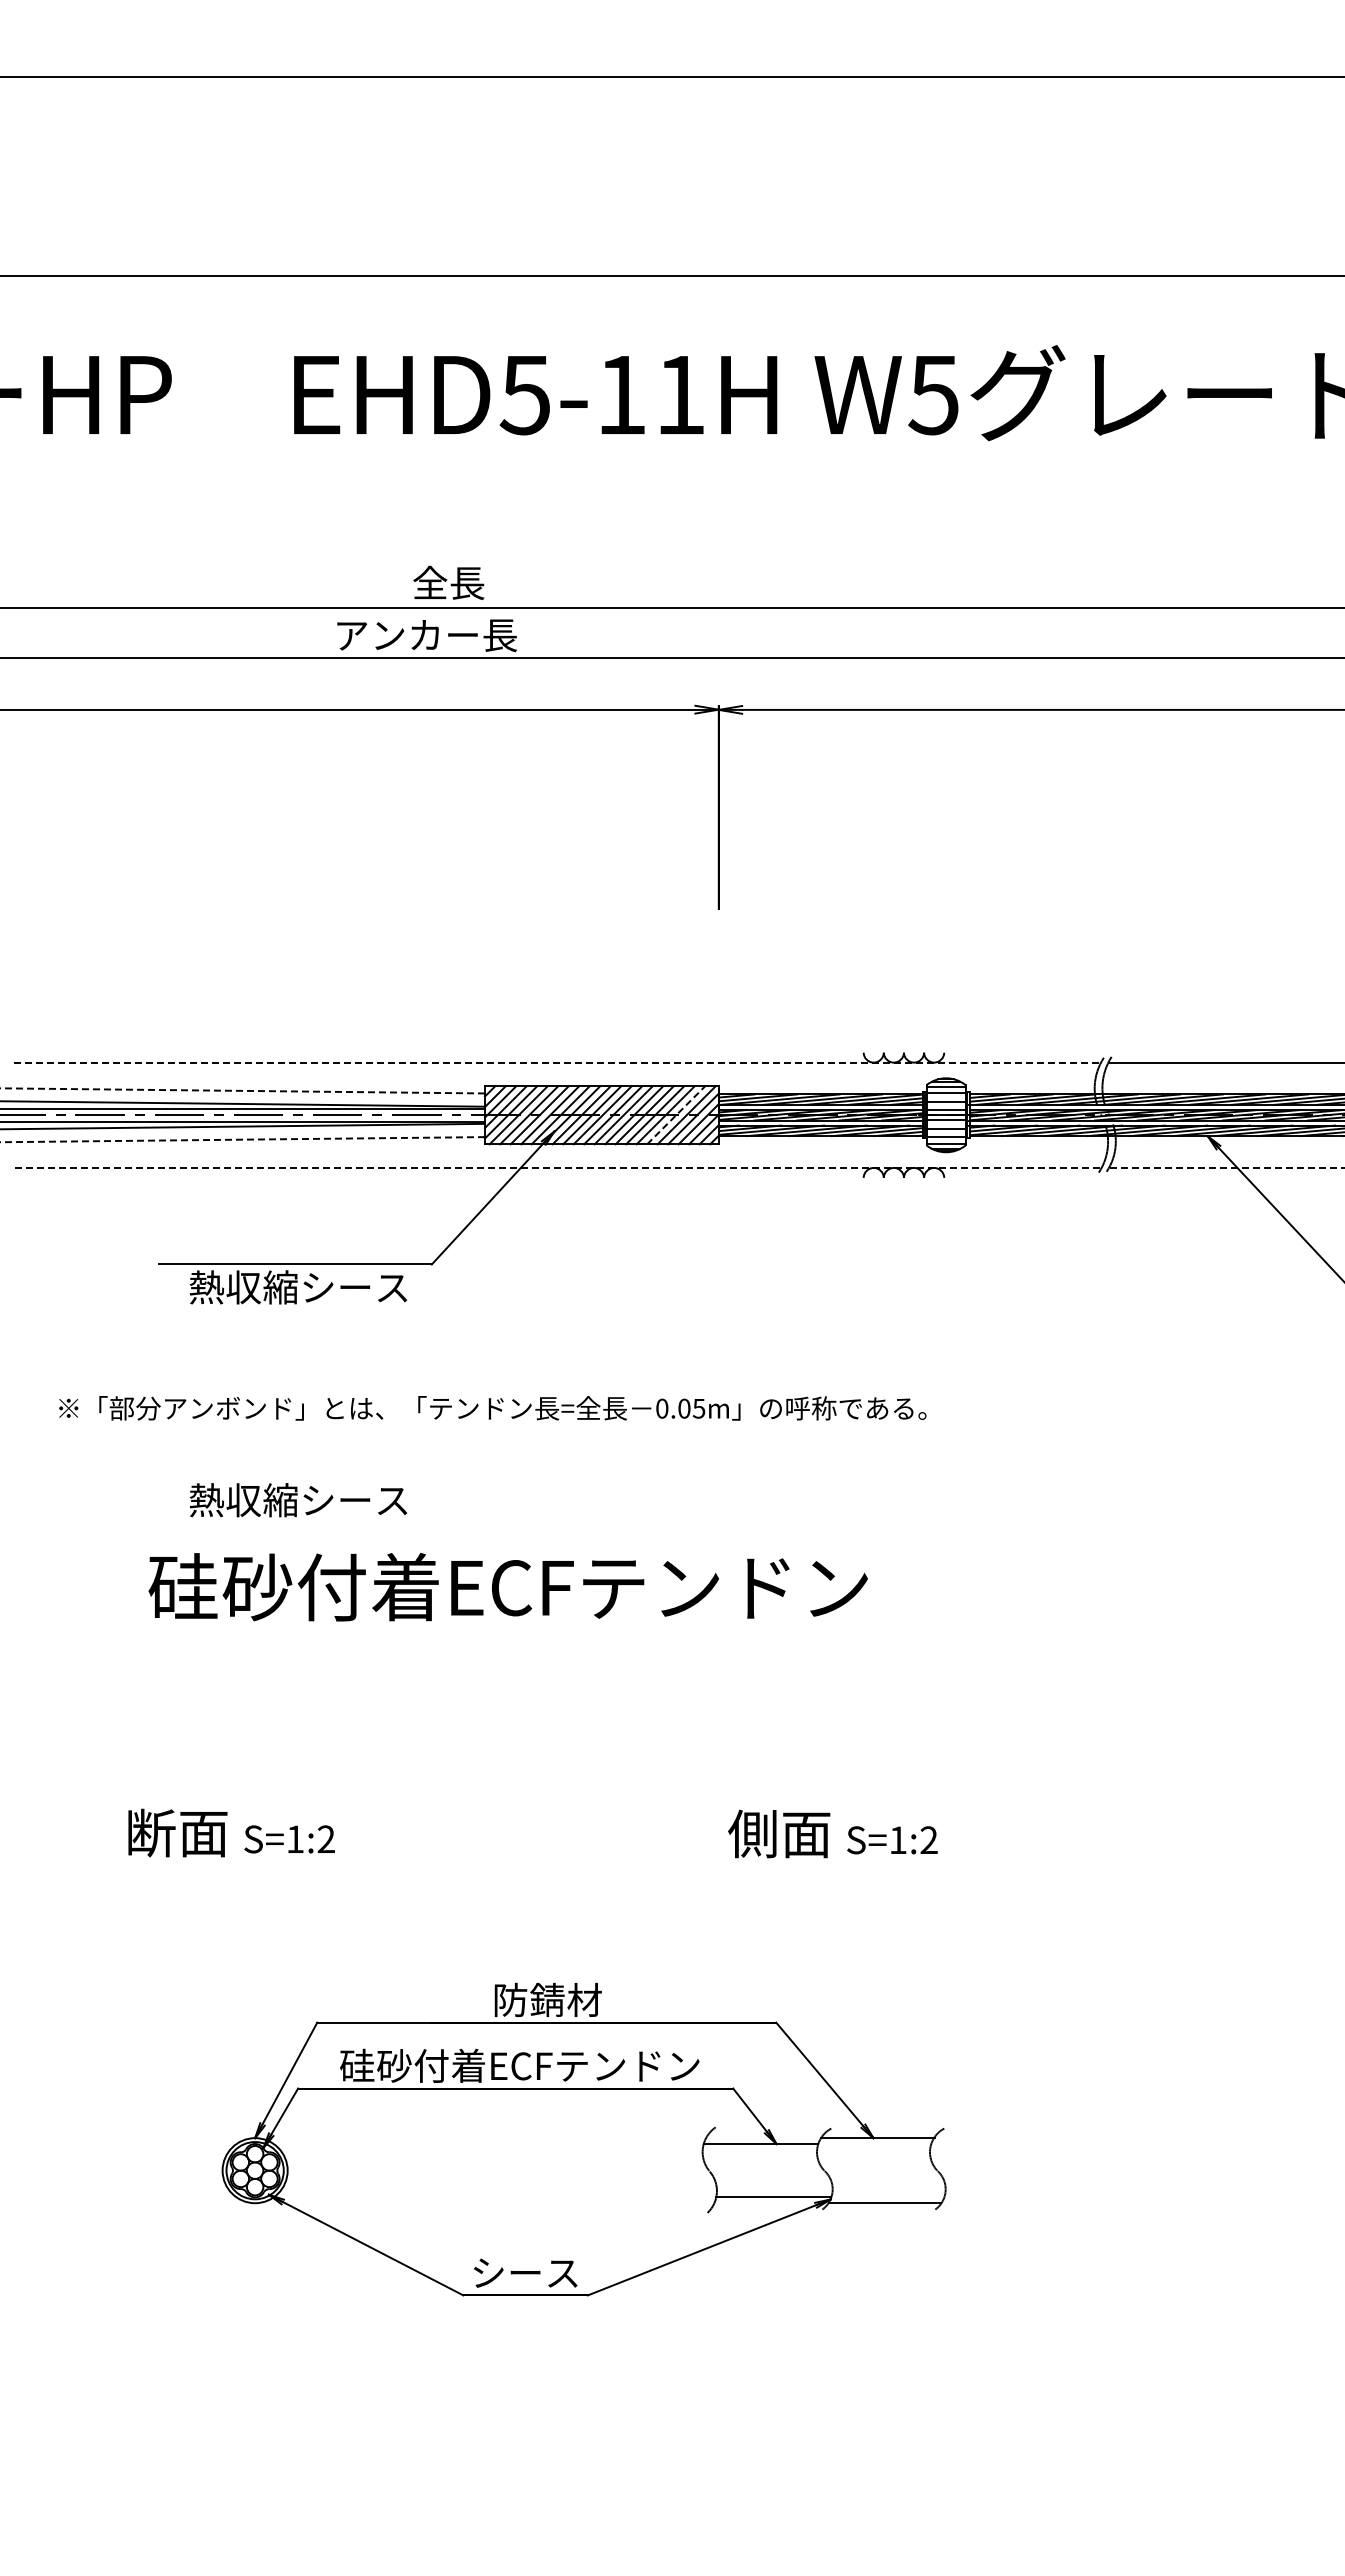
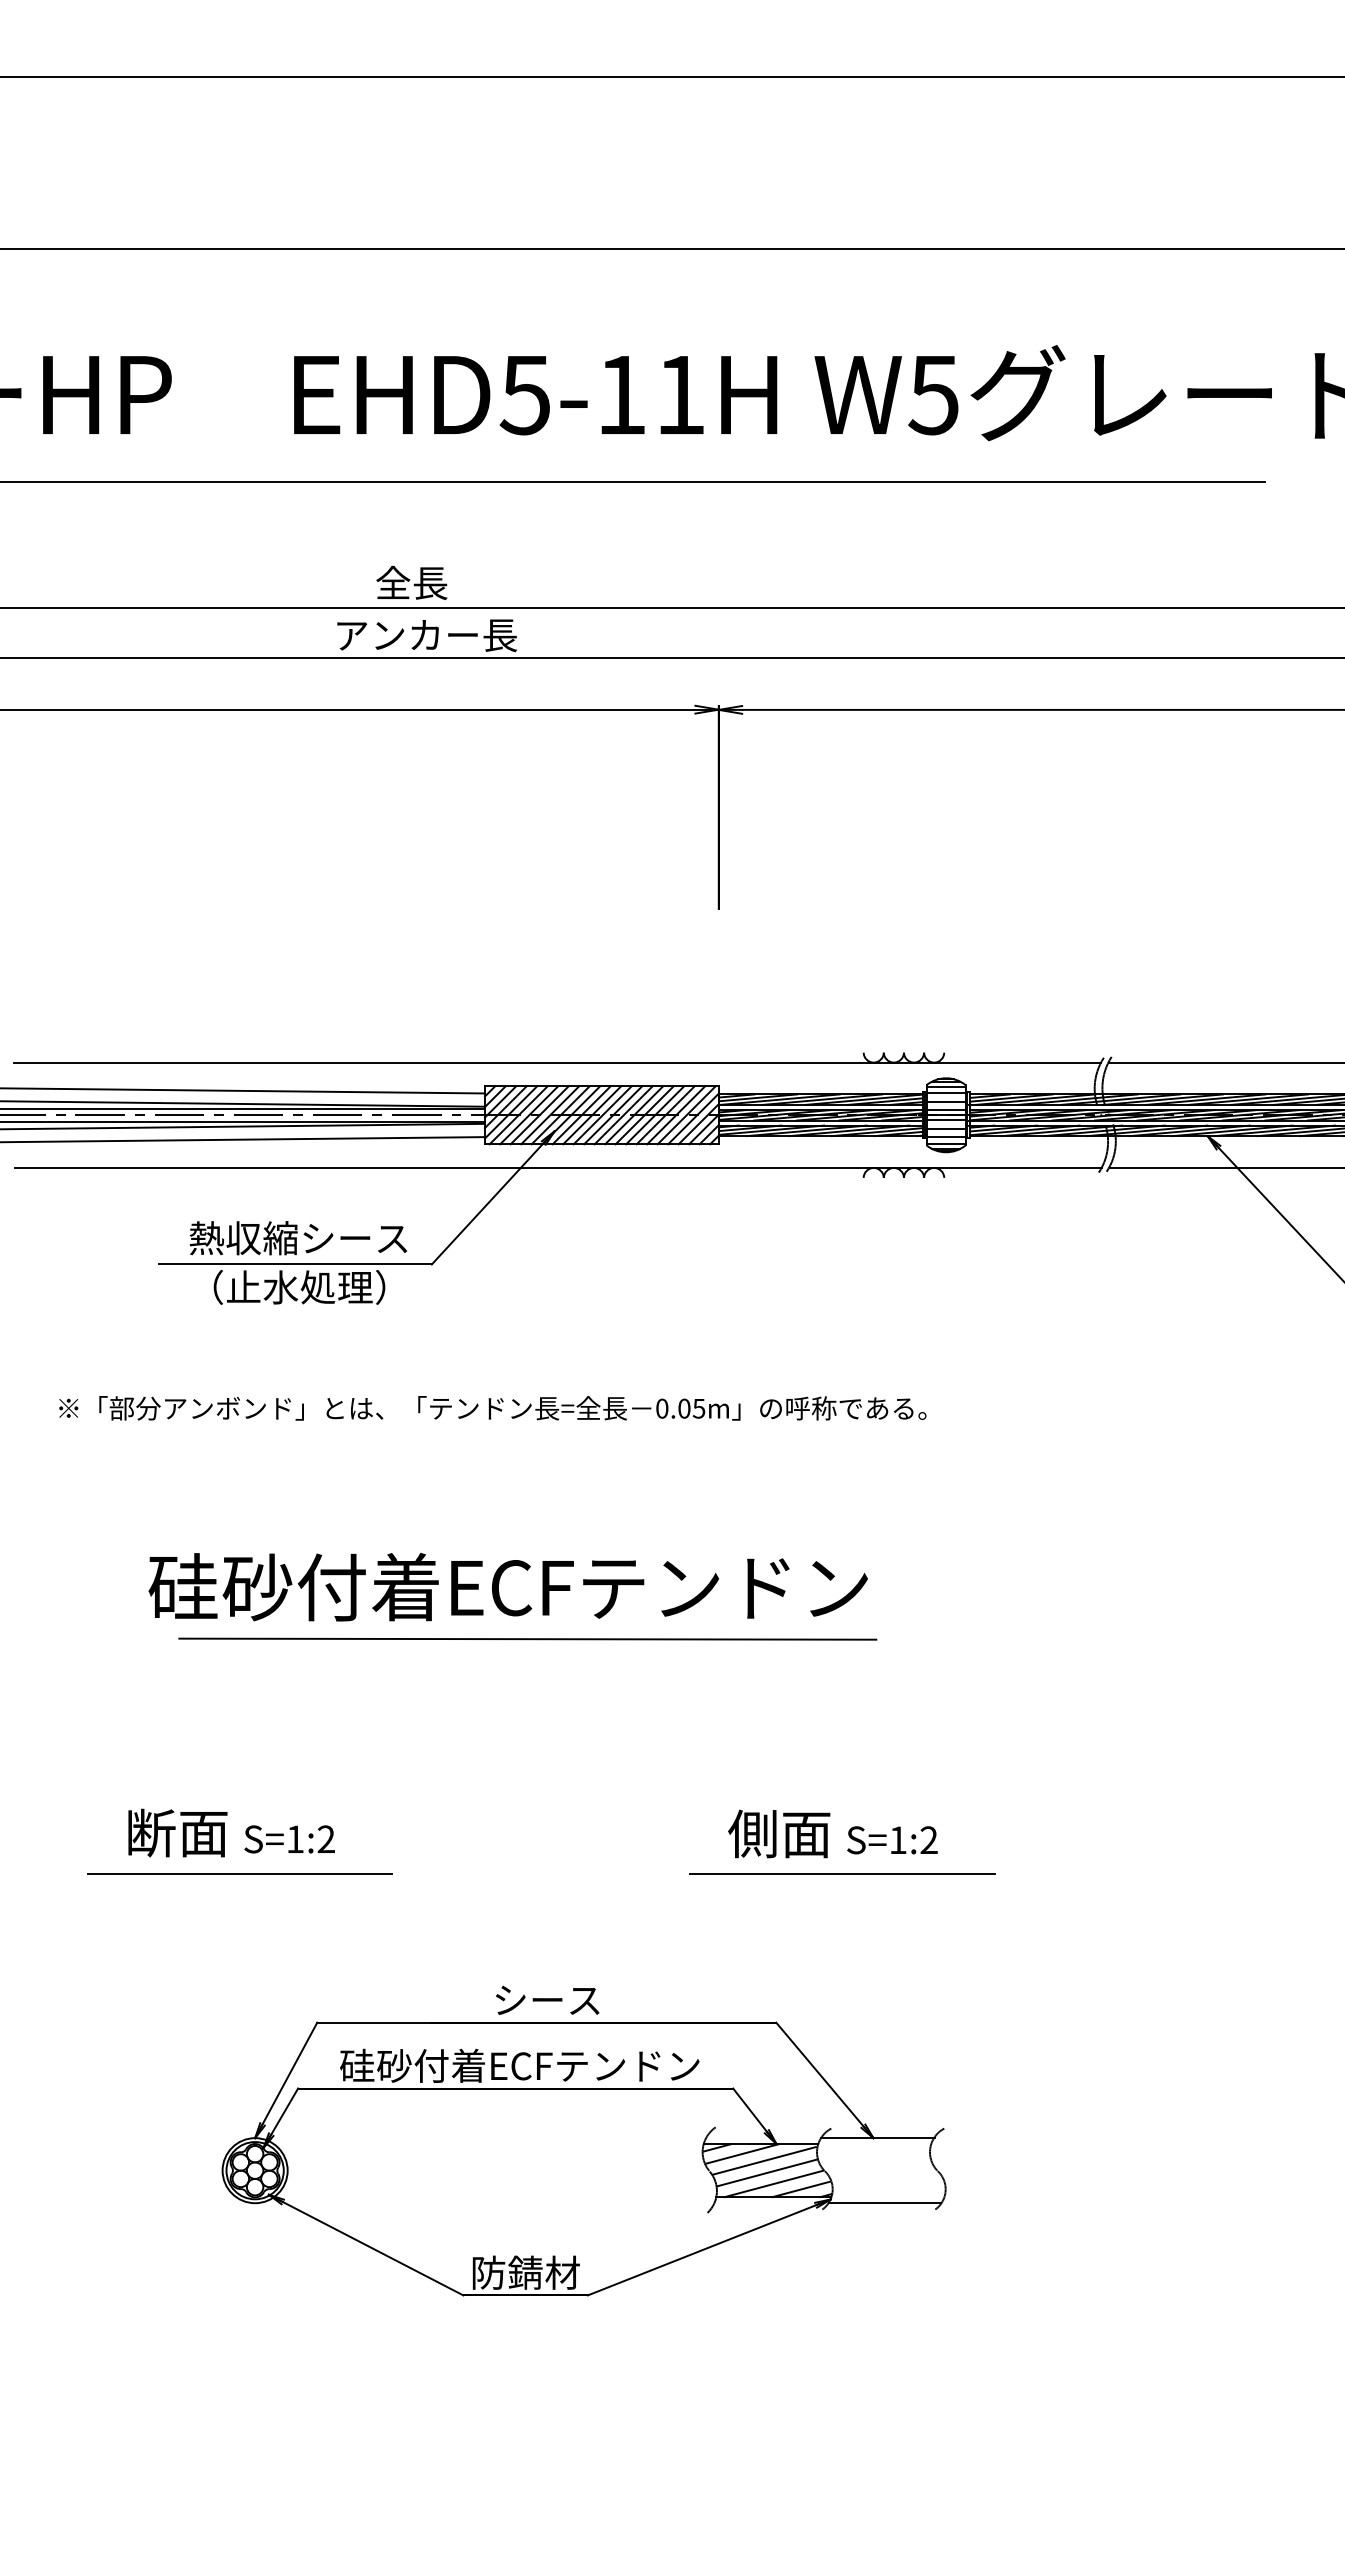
line at (671, 275) position: (671, 275) -> (671, 248)
line at (633, 482): none -> present
text at (448, 582) position: (448, 582) -> (411, 582)
line at (558, 1062): dashed -> solid
line at (242, 1090): dashed -> solid
line at (676, 1114): dashed -> solid
line at (242, 1139): dashed -> solid
line at (558, 1167): dashed -> solid
line at (1227, 1167): dashed -> solid
text at (298, 1286): 熱収縮シース -> （止水処理）
text at (298, 1500) position: (298, 1500) -> (298, 1238)
line at (527, 1638): none -> present
line at (239, 1873): none -> present
line at (842, 1873): none -> present
text at (547, 1999): 防錆材 -> シース
hatch at (767, 2170): none -> present
text at (525, 2272): シース -> 防錆材
